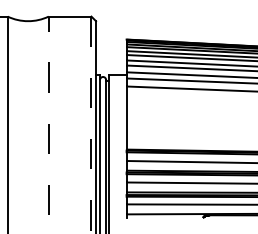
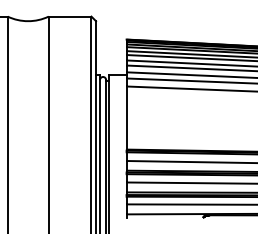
line at (48, 124): dashed -> solid
line at (91, 125): dashed -> solid
